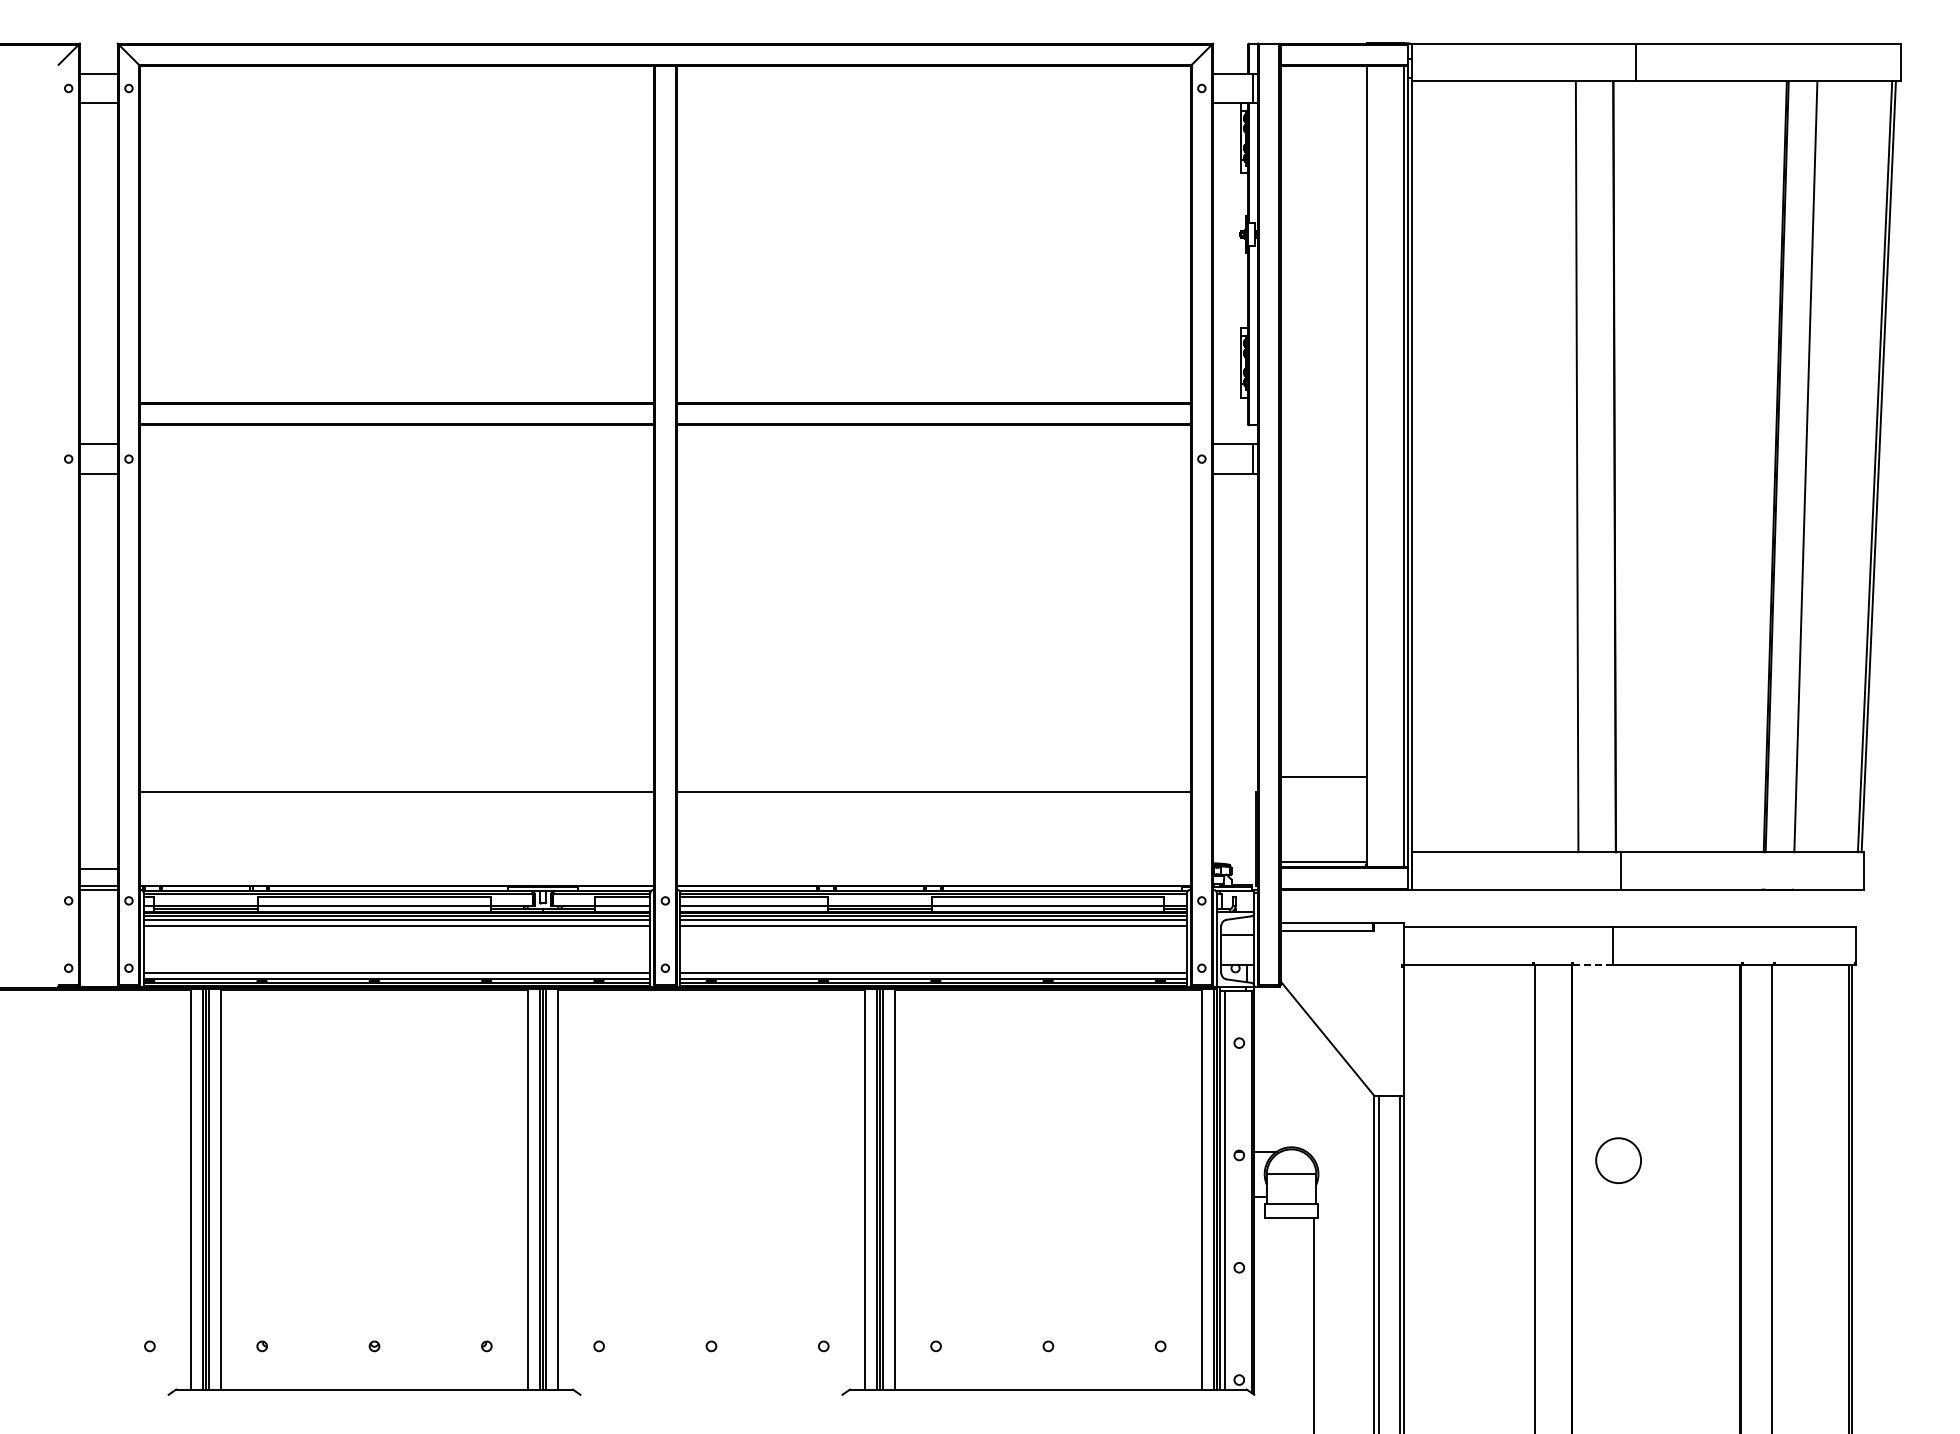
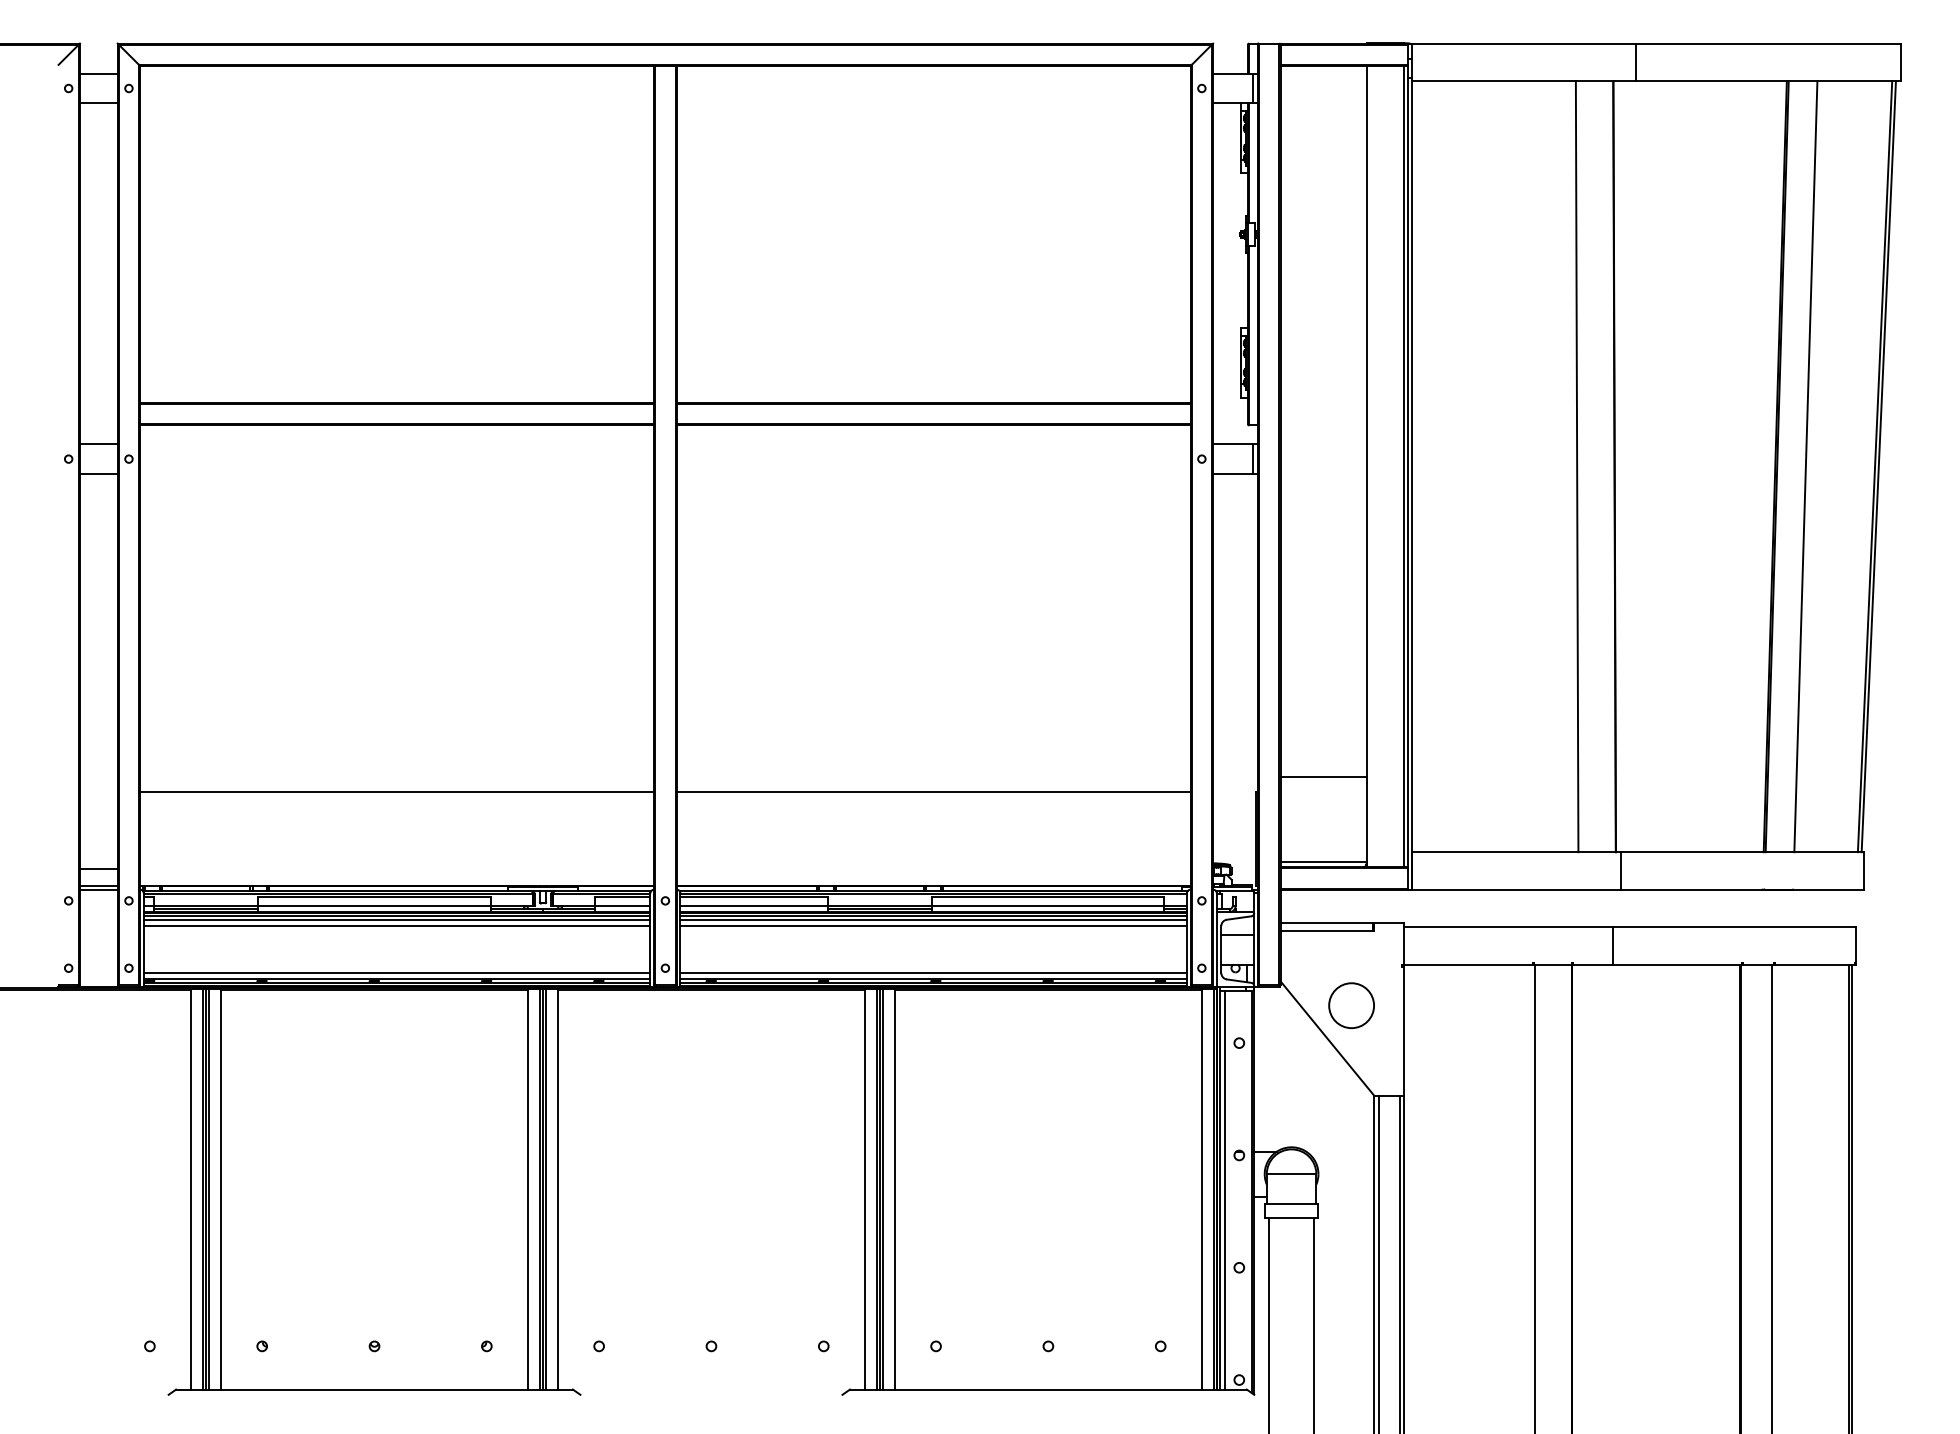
line at (1592, 964): dashed -> solid
circle at (1618, 1160) position: (1618, 1160) -> (1351, 1005)
line at (1268, 1323): none -> present
